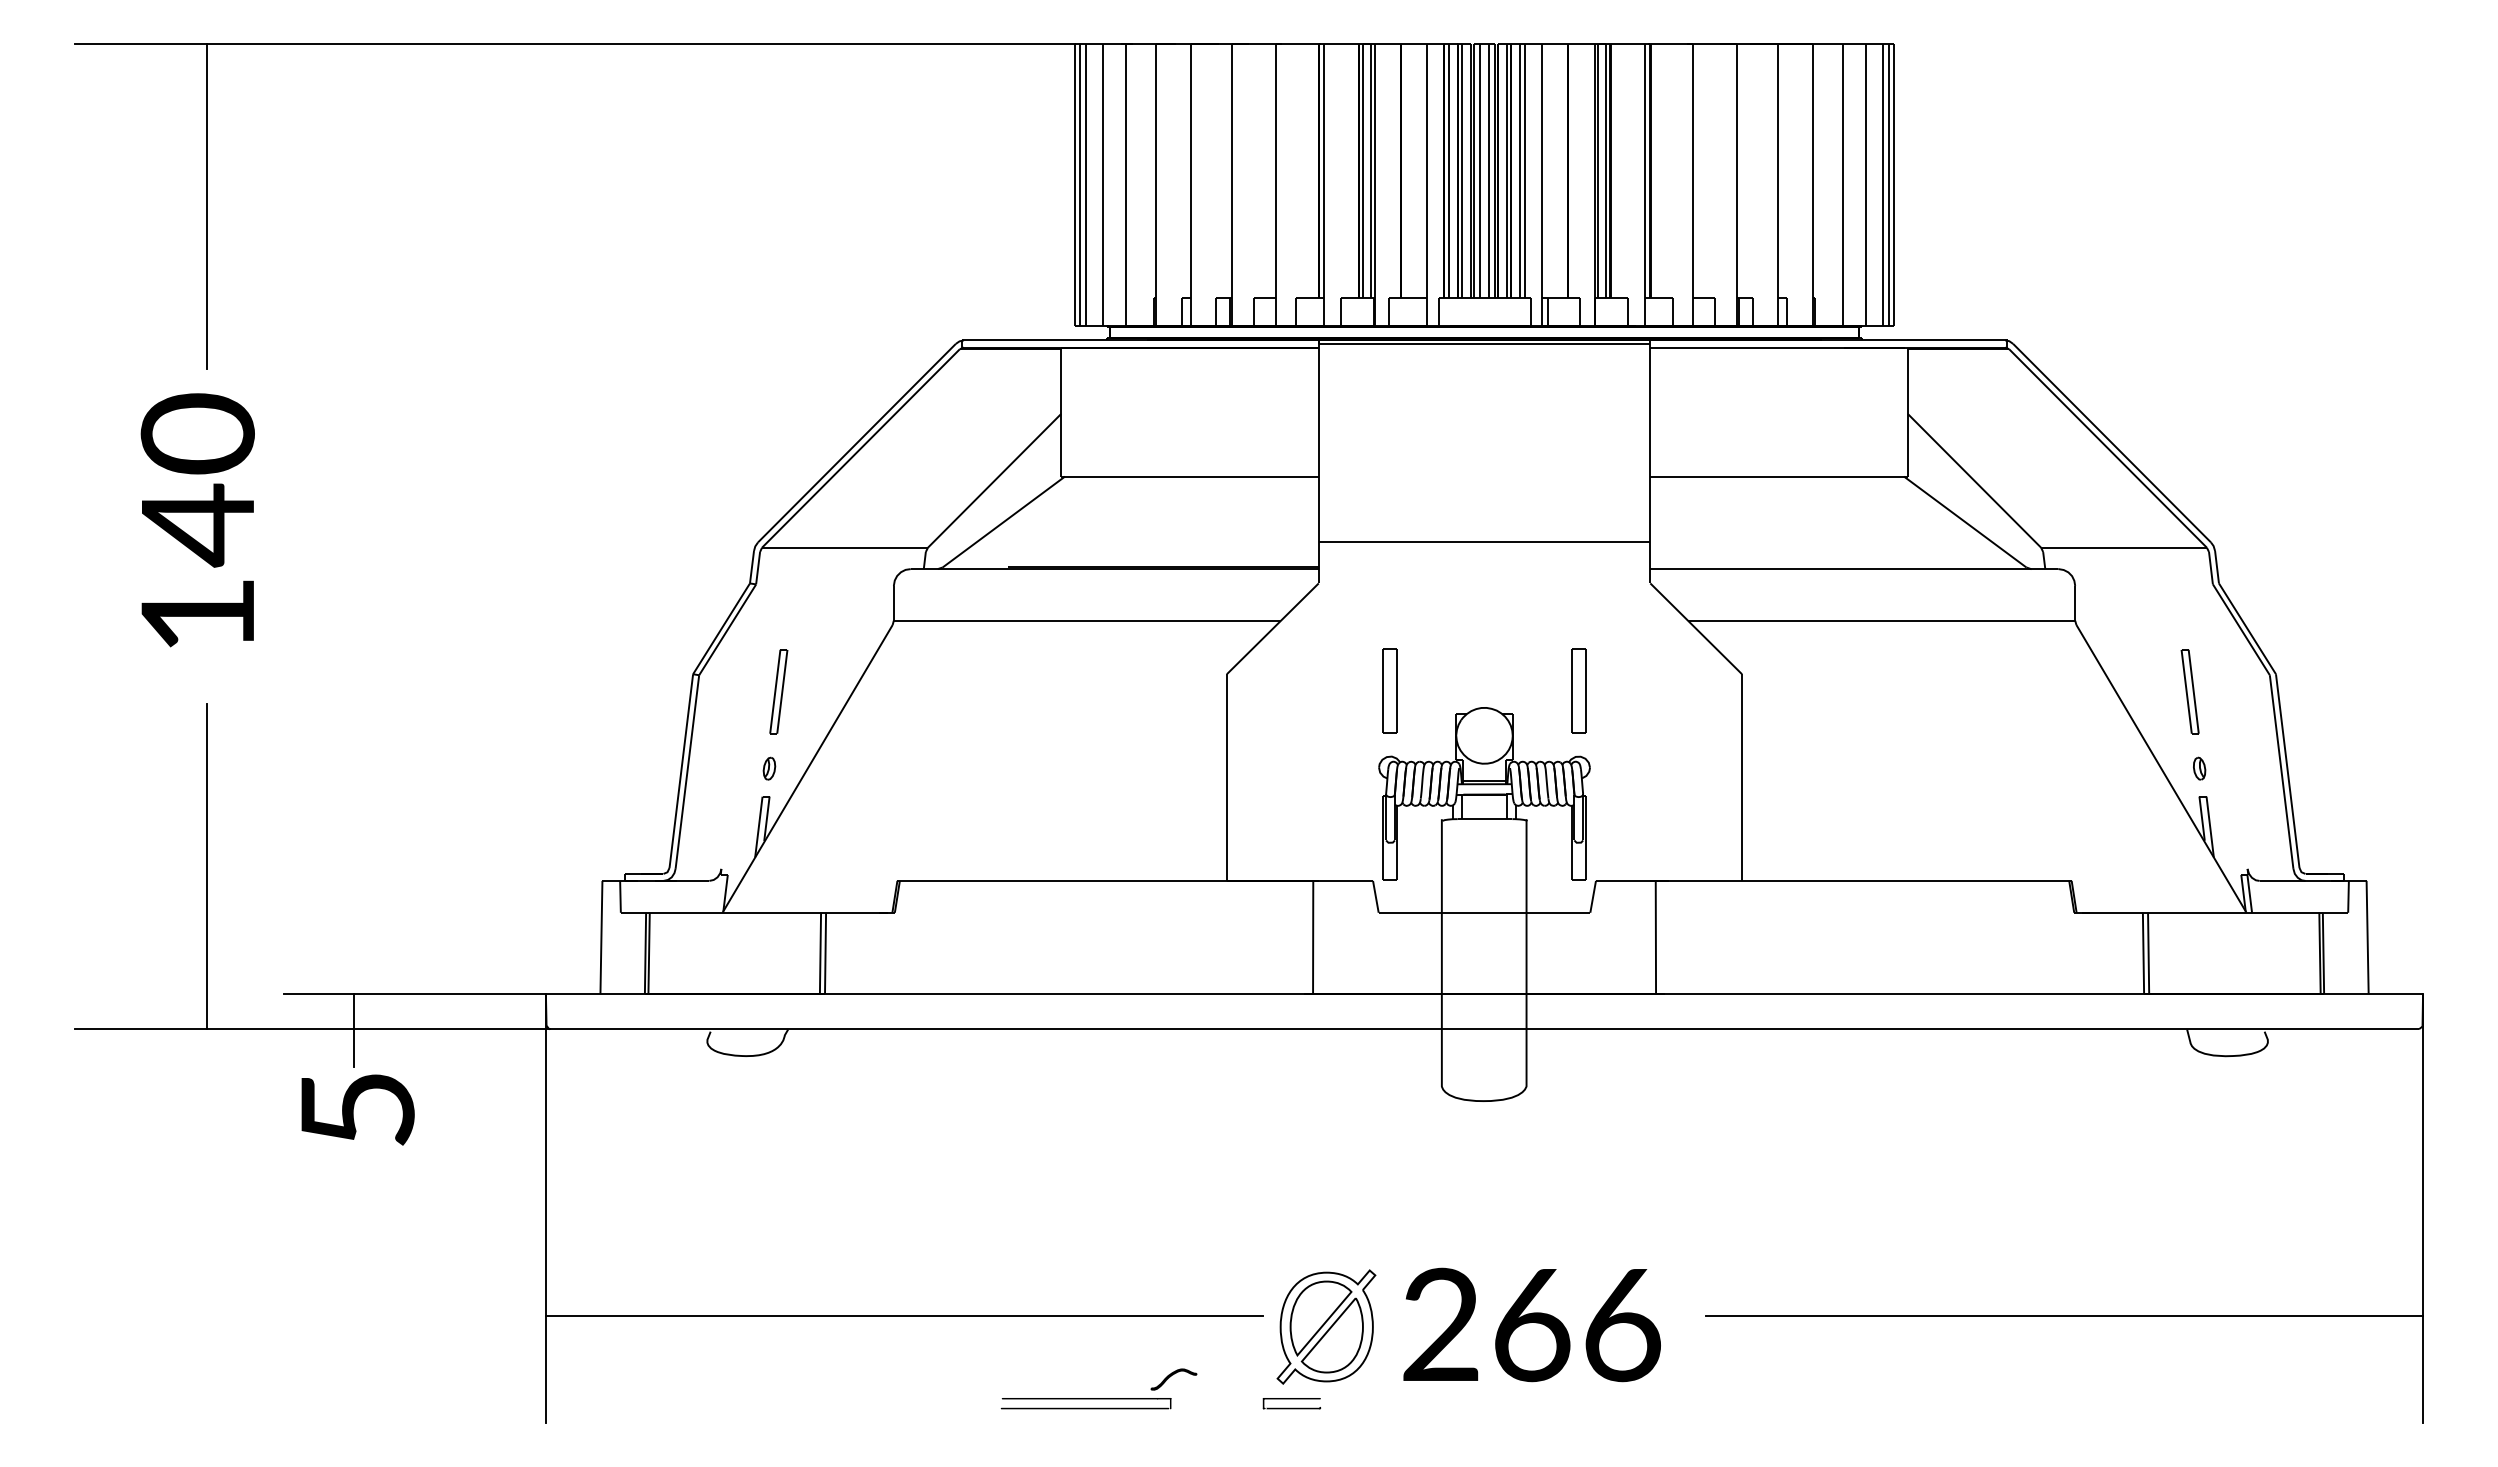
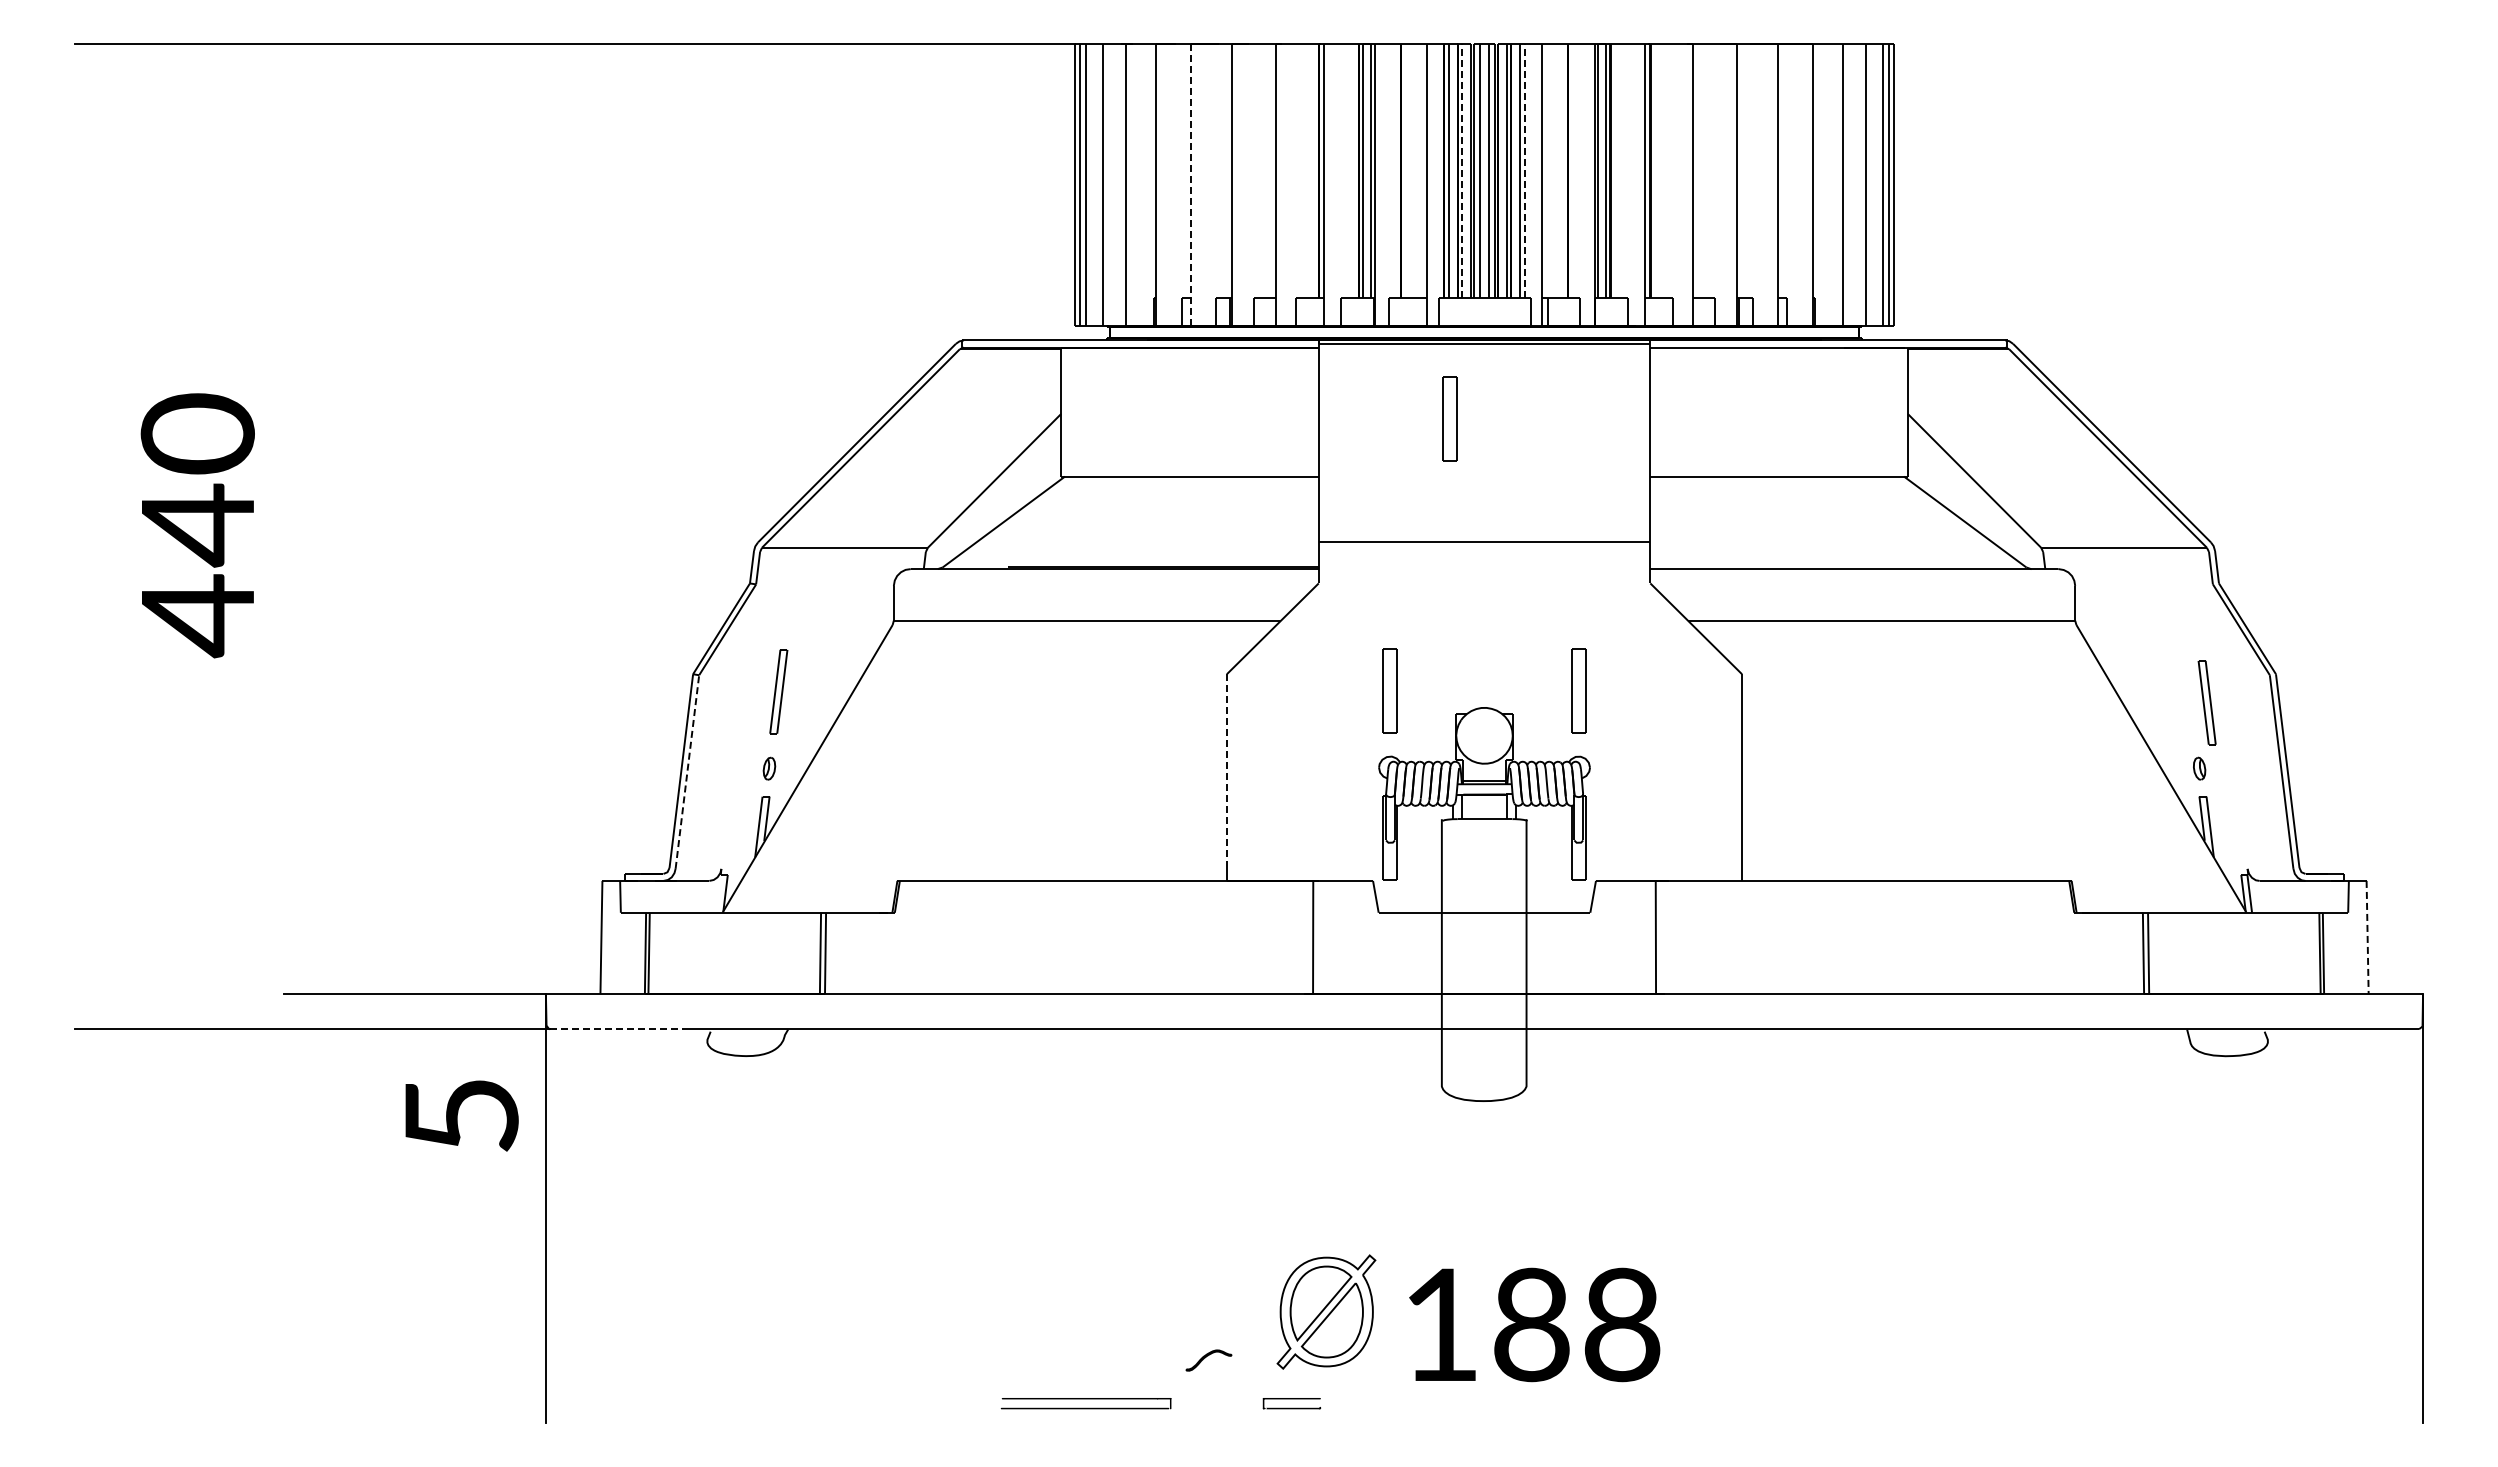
line at (1462, 170): solid -> dashed
line at (1524, 170): solid -> dashed
line at (1191, 184): solid -> dashed
line at (206, 206): present -> none
part at (1449, 418): none -> present
text at (197, 616): 140 -> 440
part at (2189, 691) position: (2189, 691) -> (2206, 702)
line at (1226, 771): solid -> dashed
line at (687, 772): solid -> dashed
line at (206, 866): present -> none
line at (2367, 937): solid -> dashed
line at (618, 1029): solid -> dashed
line at (354, 1030): present -> none
text at (357, 1109) position: (357, 1109) -> (461, 1115)
line at (904, 1316): present -> none
line at (2064, 1316): present -> none
text at (1531, 1324): 266 -> 188
part at (1326, 1326) position: (1326, 1326) -> (1326, 1311)
part at (1173, 1379) position: (1173, 1379) -> (1208, 1360)
